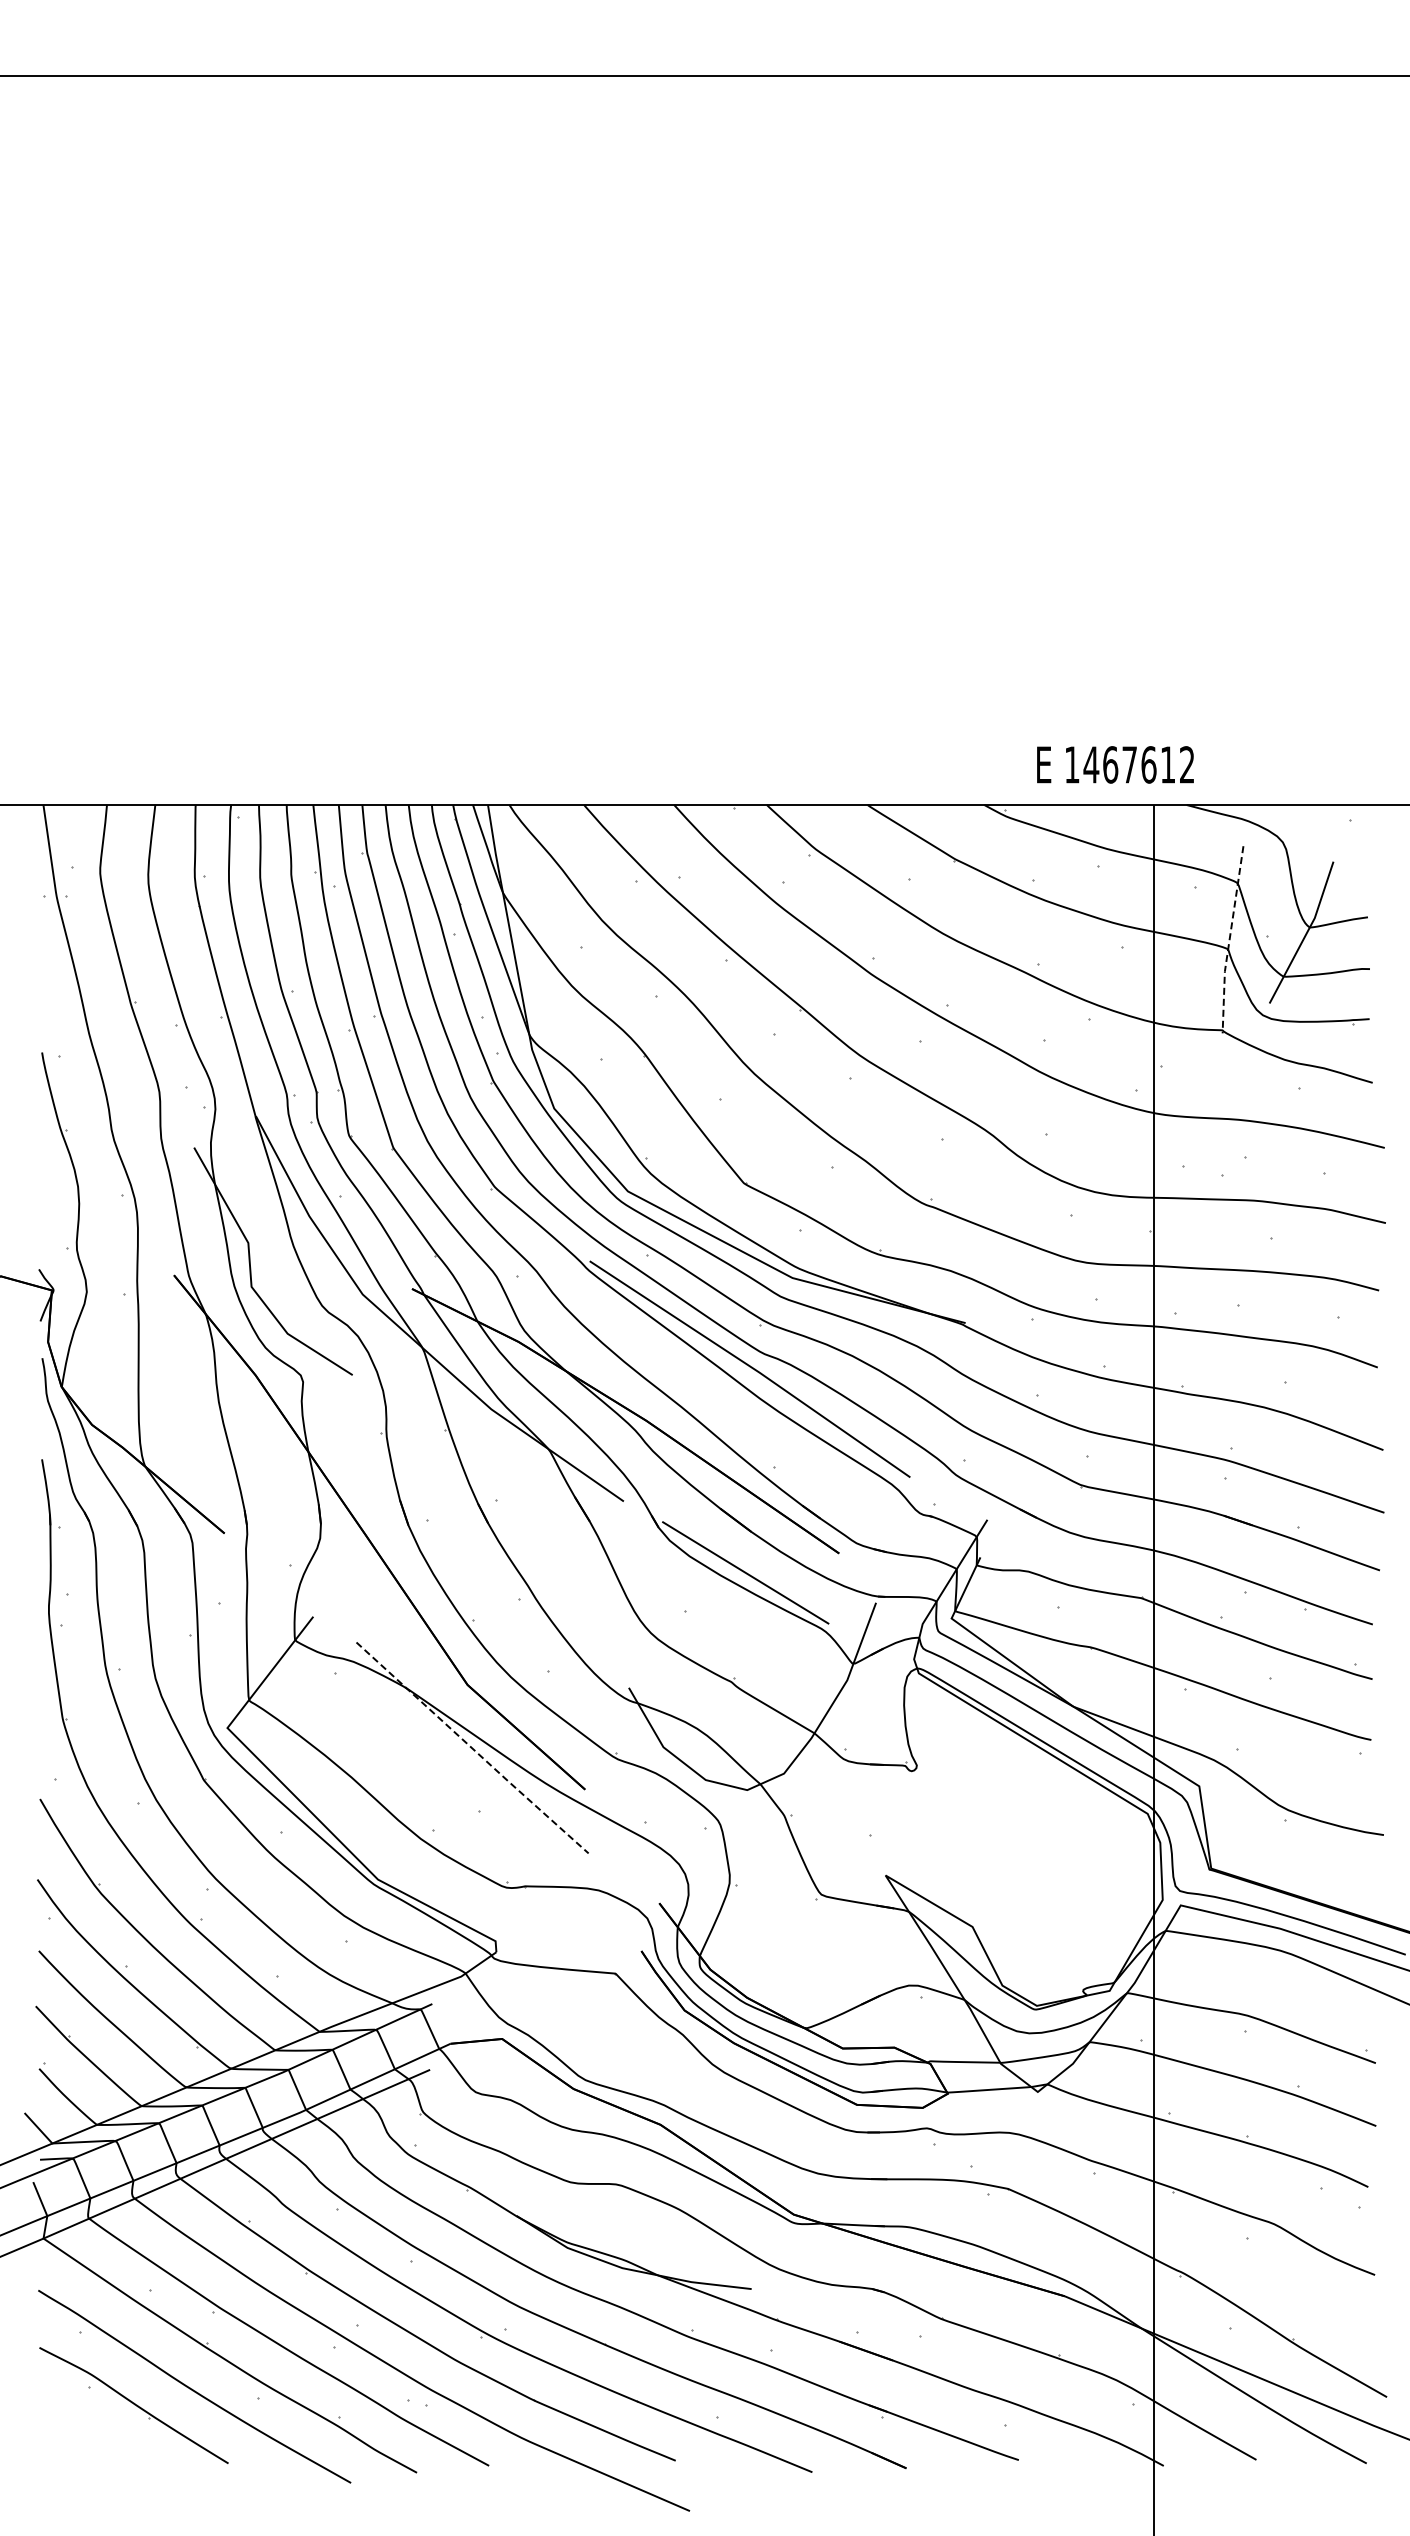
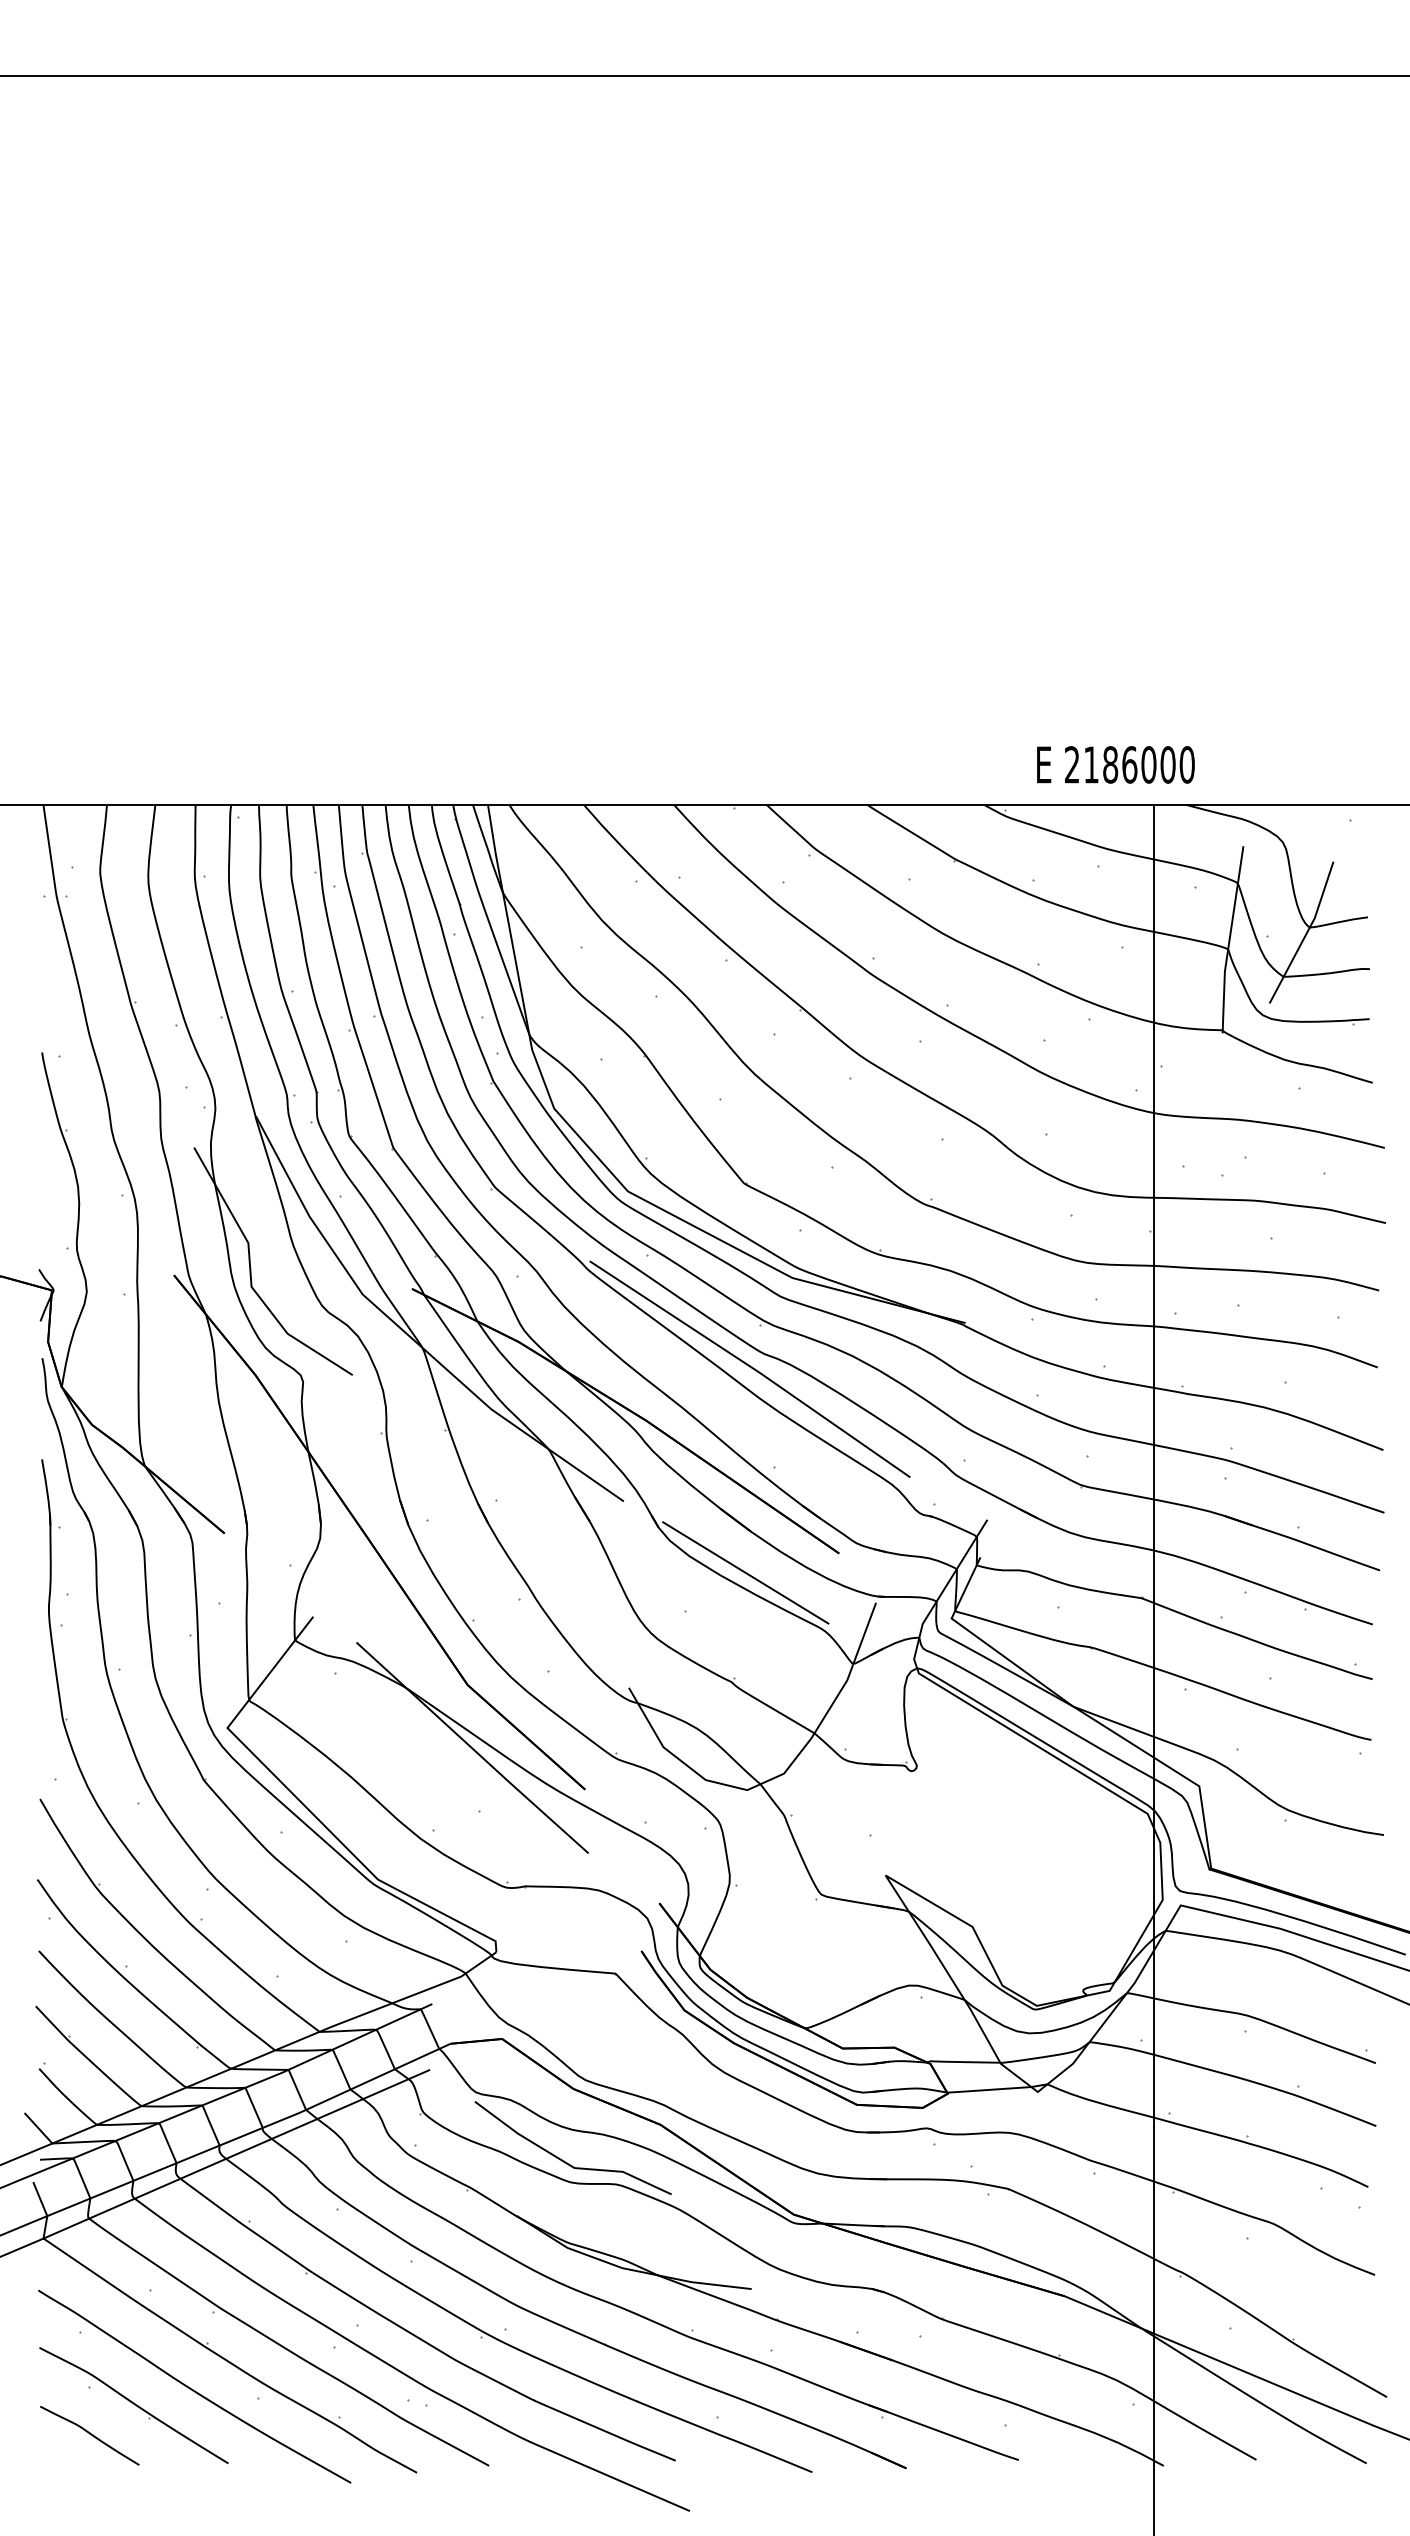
text at (1129, 764): 1467612 -> 2186000
line at (1229, 939): dashed -> solid
line at (472, 1748): dashed -> solid
line at (564, 2160): none -> present
curve at (89, 2434): none -> present
